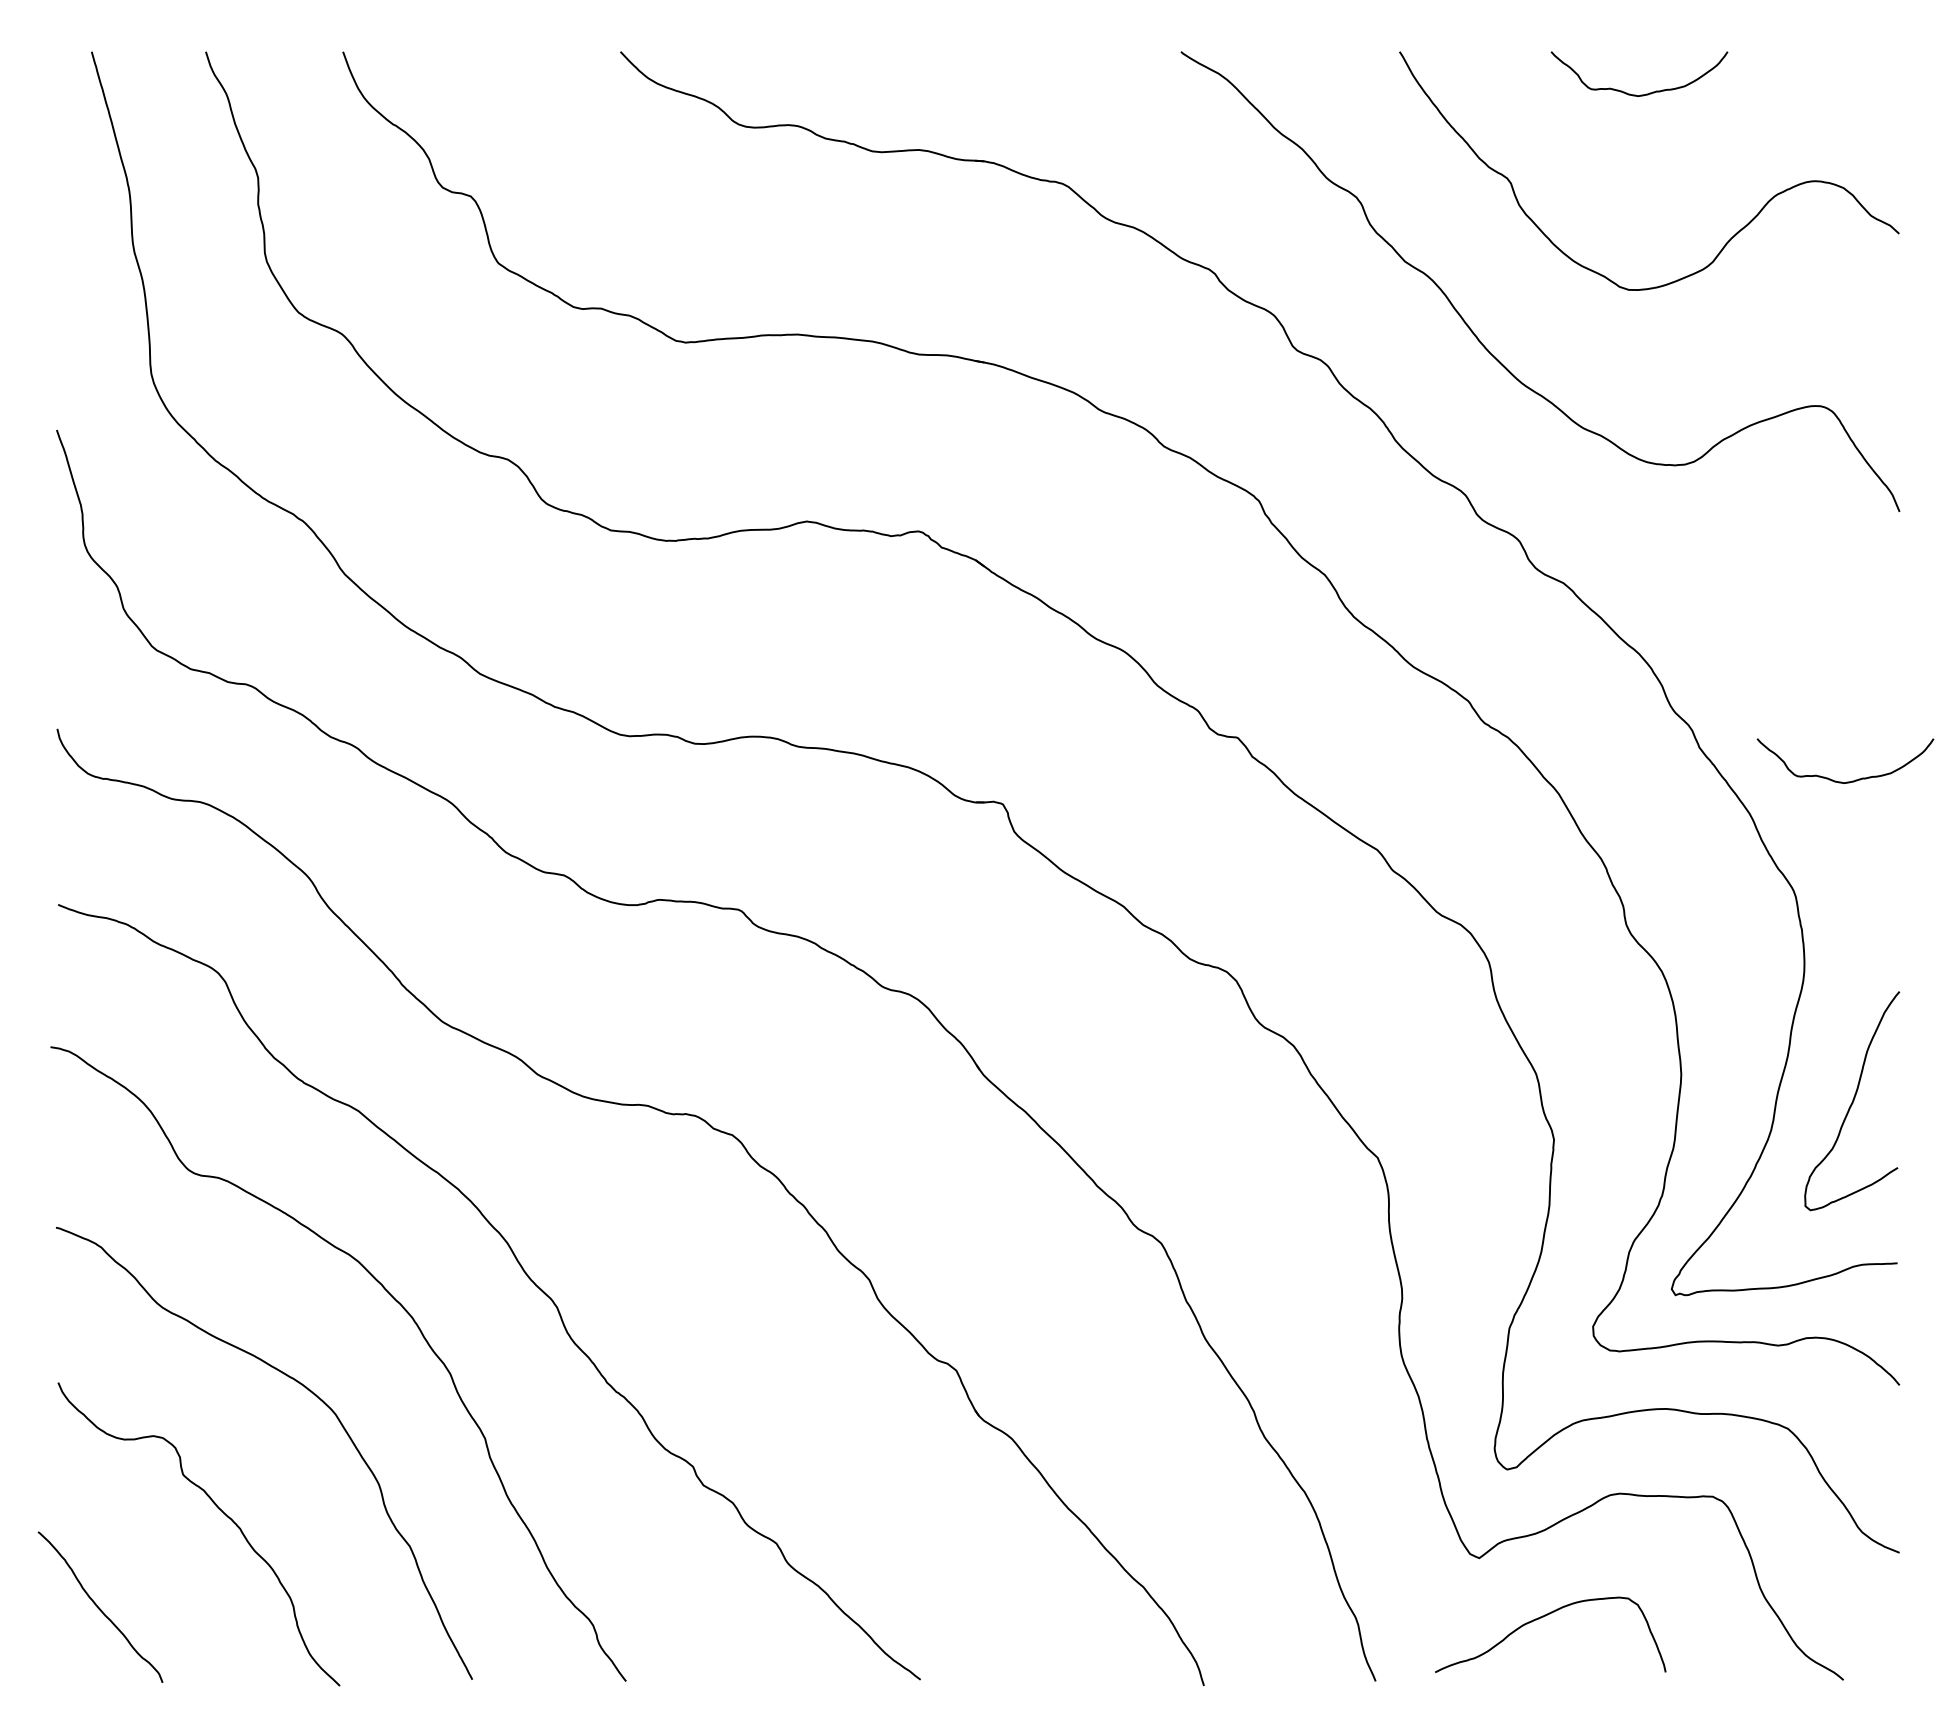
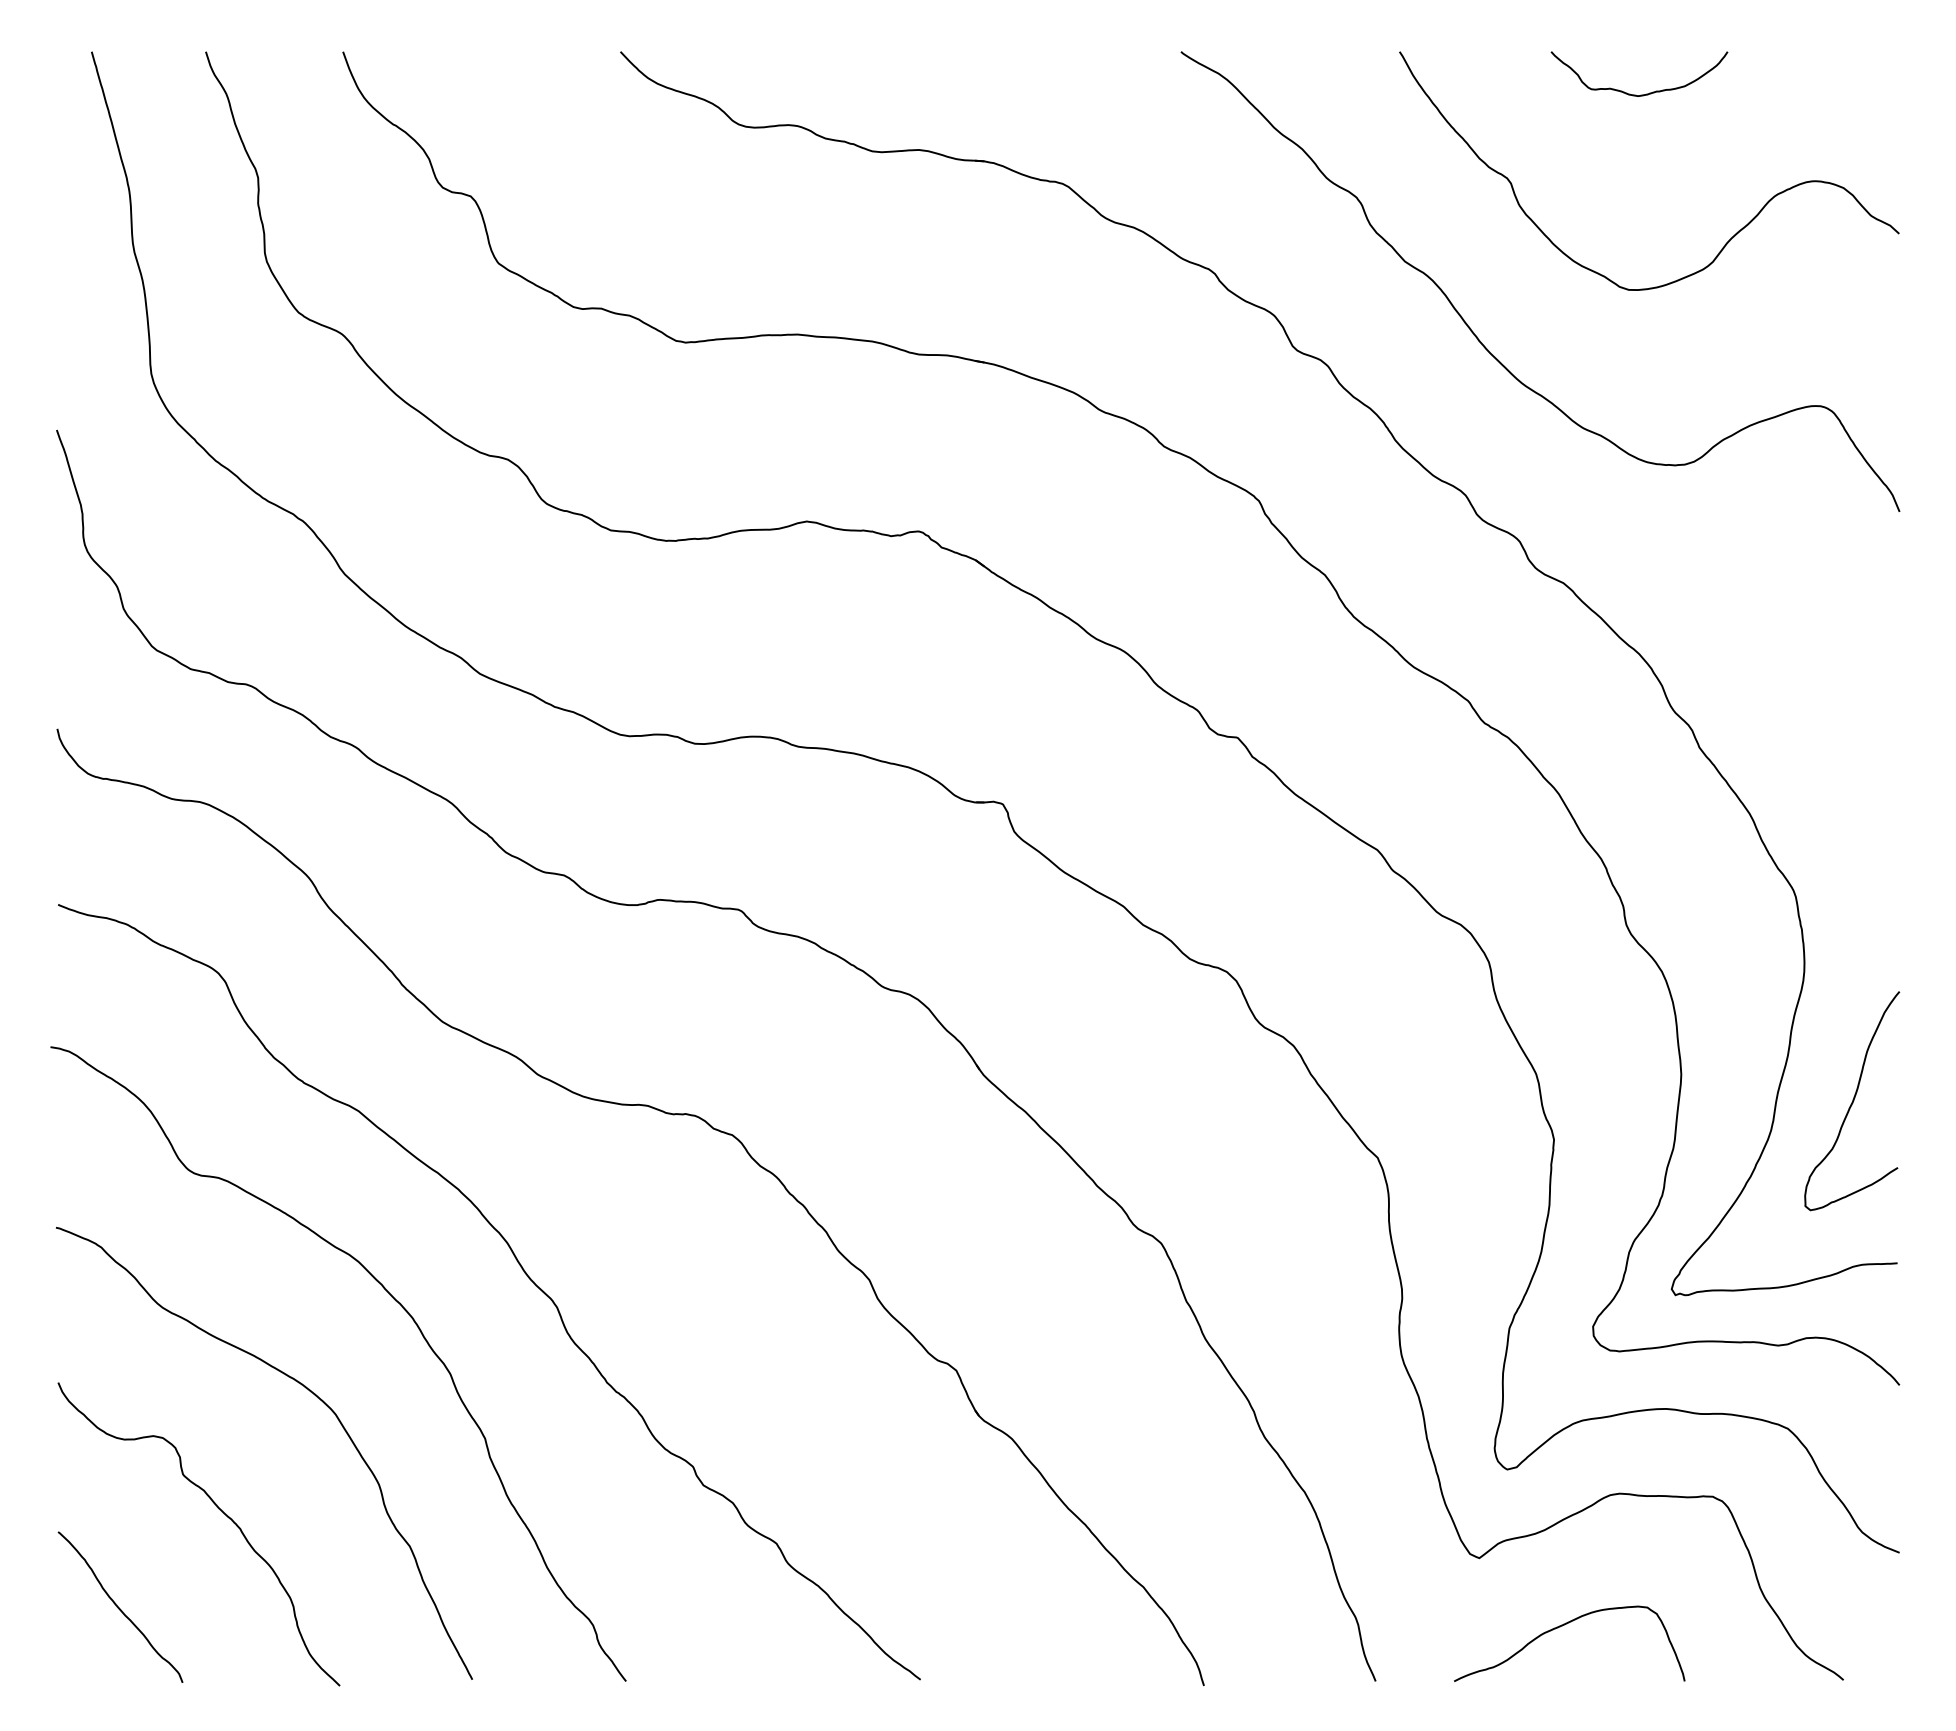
curve at (1846, 781): present -> none
curve at (99, 1607) position: (99, 1607) -> (119, 1607)
curve at (1541, 1618) position: (1541, 1618) -> (1560, 1627)
